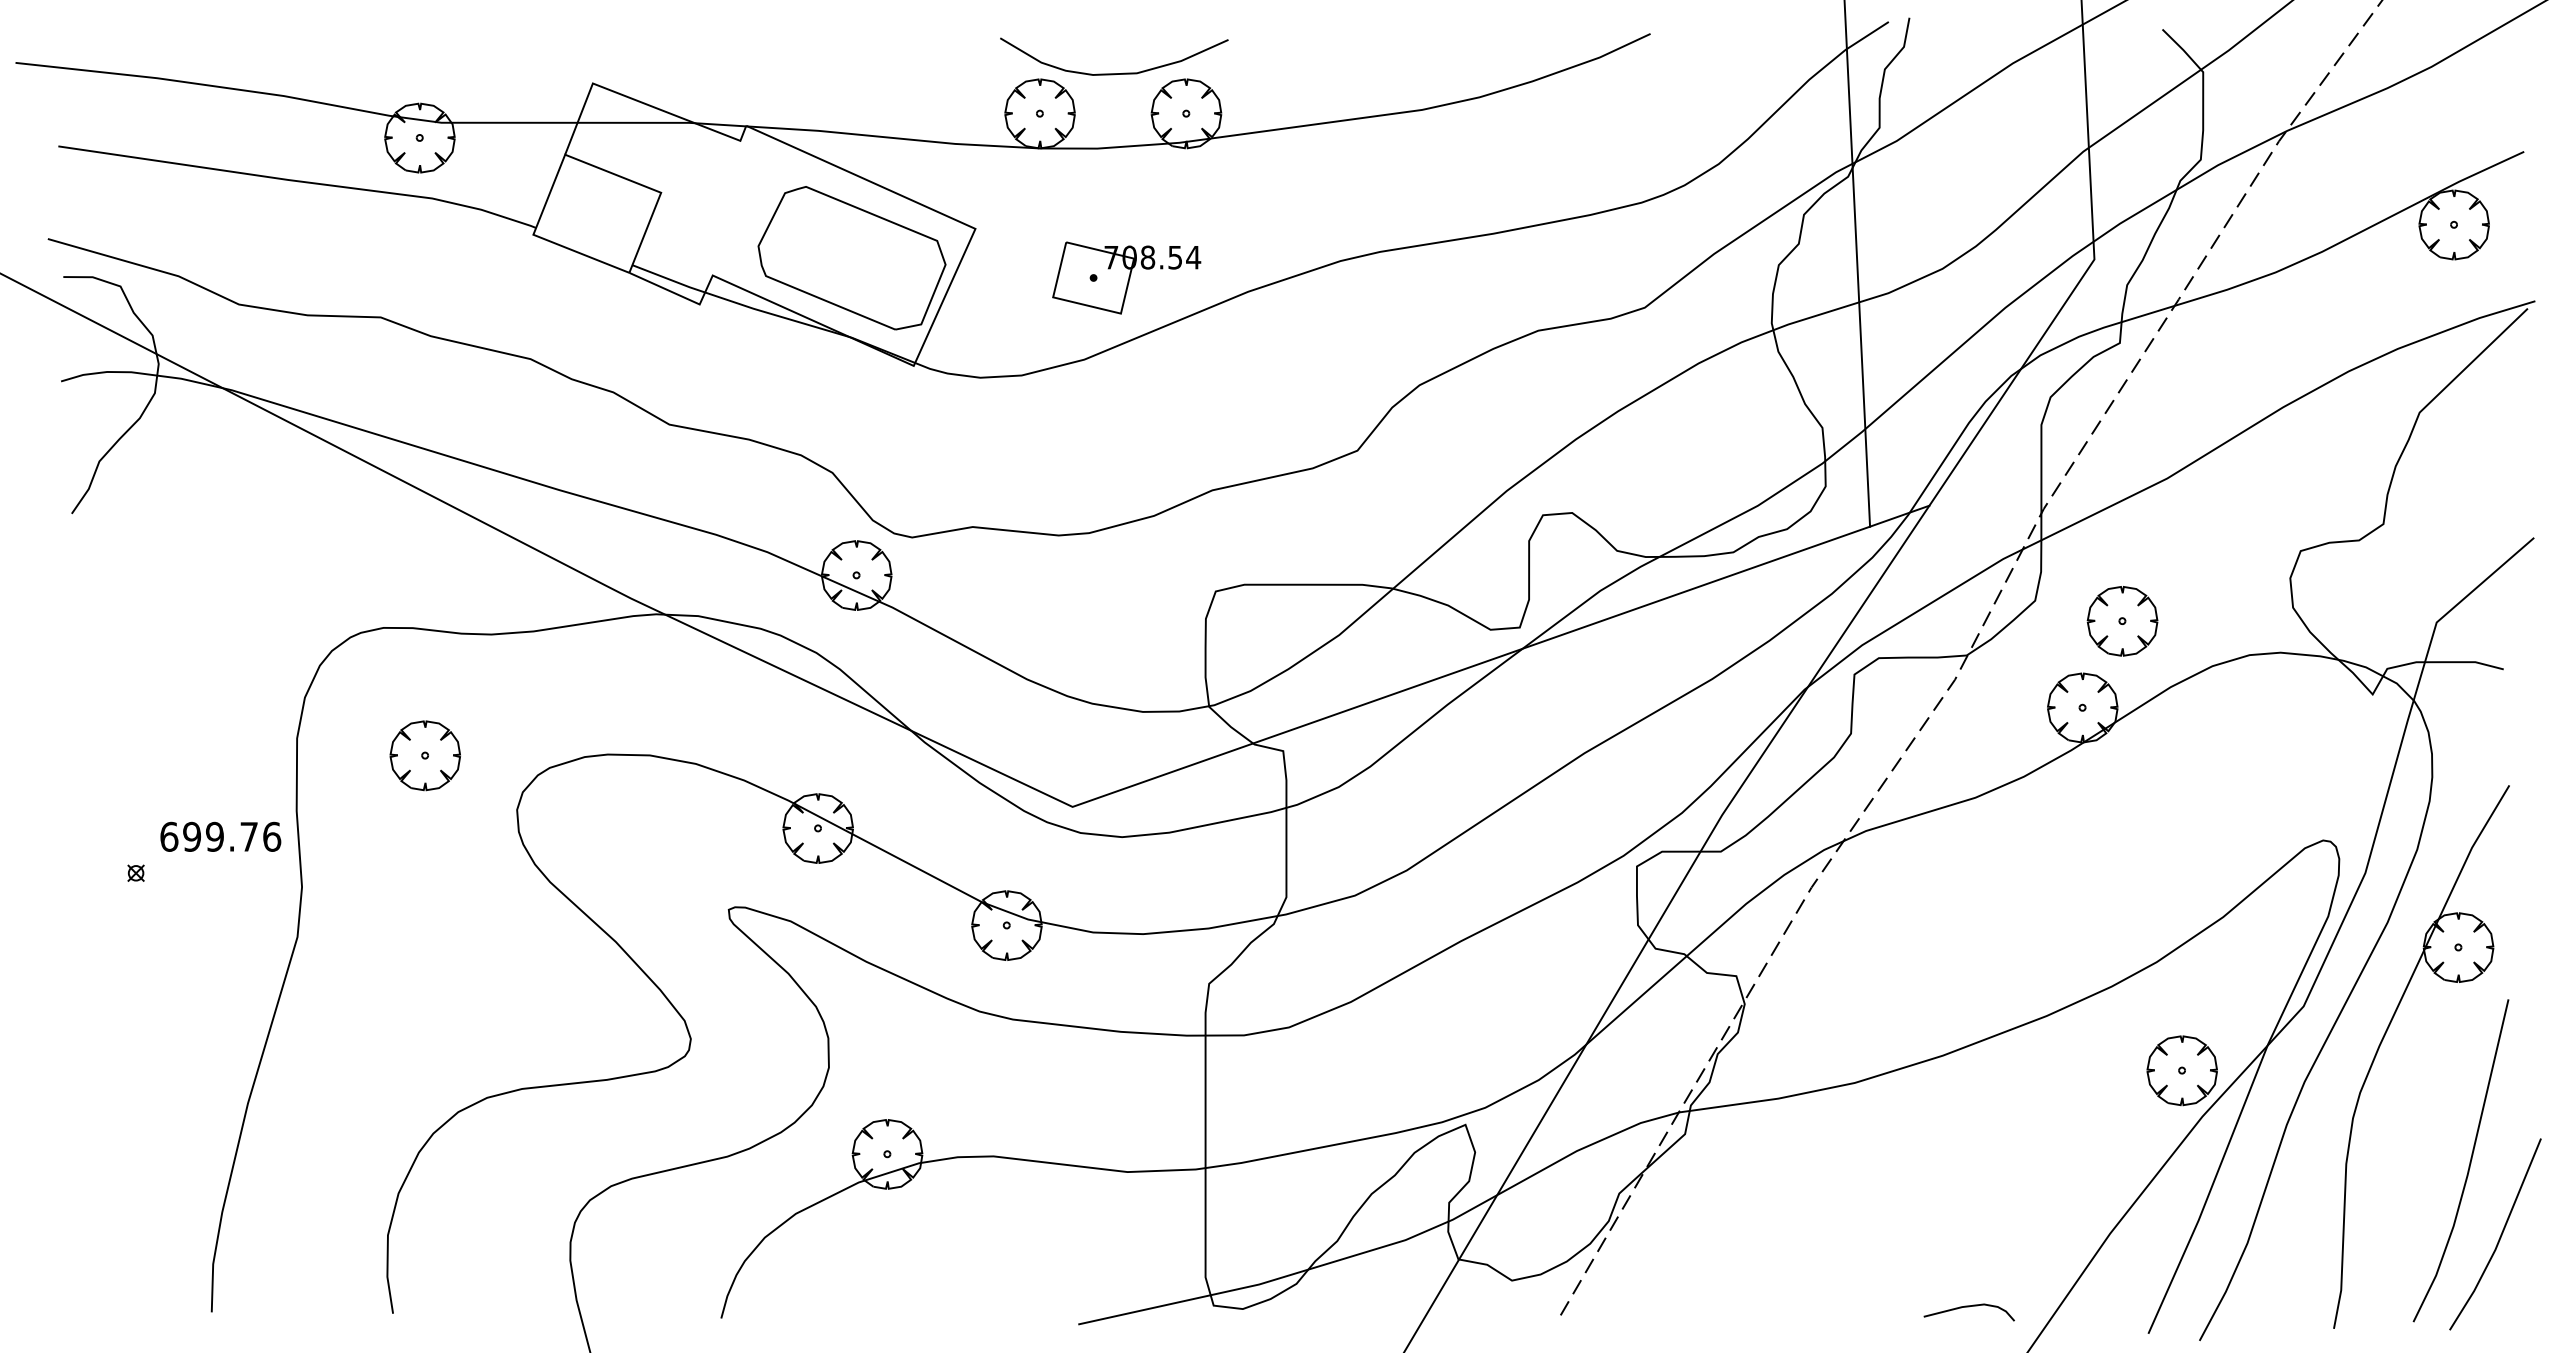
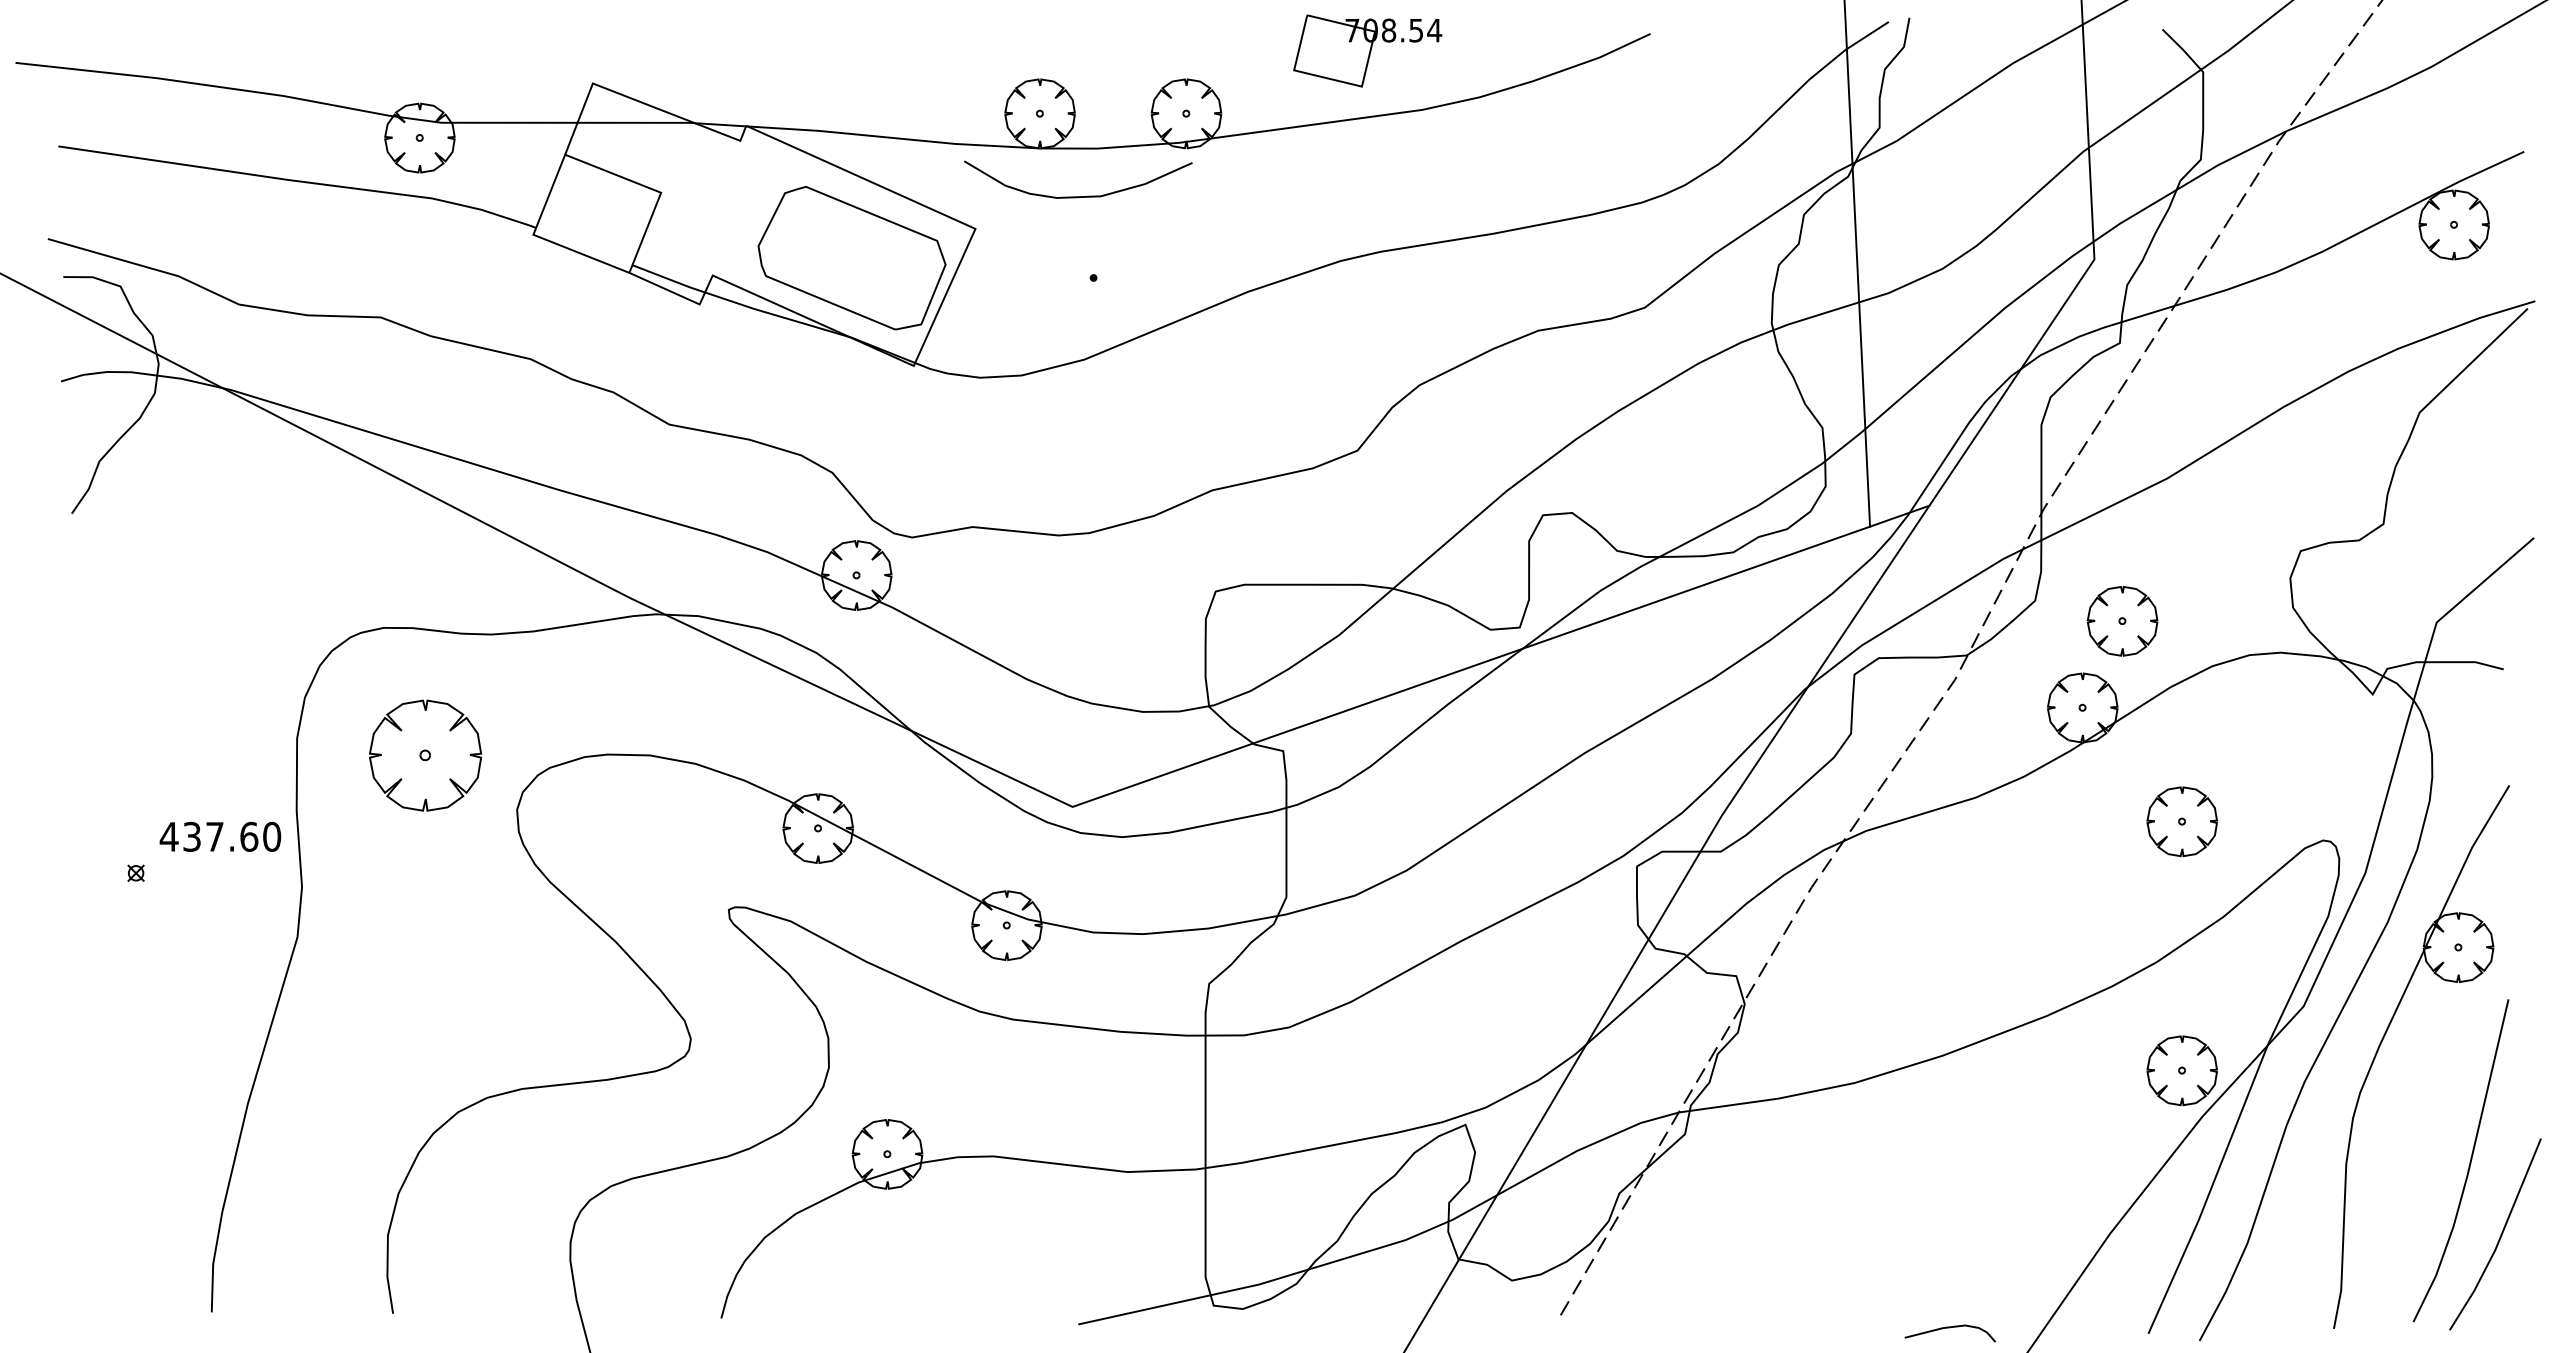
curve at (1114, 73) position: (1114, 73) -> (1078, 196)
part at (1126, 277) position: (1126, 277) -> (1367, 50)
part at (424, 755) size: 72x72 px -> 114x113 px
part at (2181, 821): none -> present
text at (220, 836): 699.76 -> 437.60
curve at (1968, 1307) position: (1968, 1307) -> (1949, 1328)
